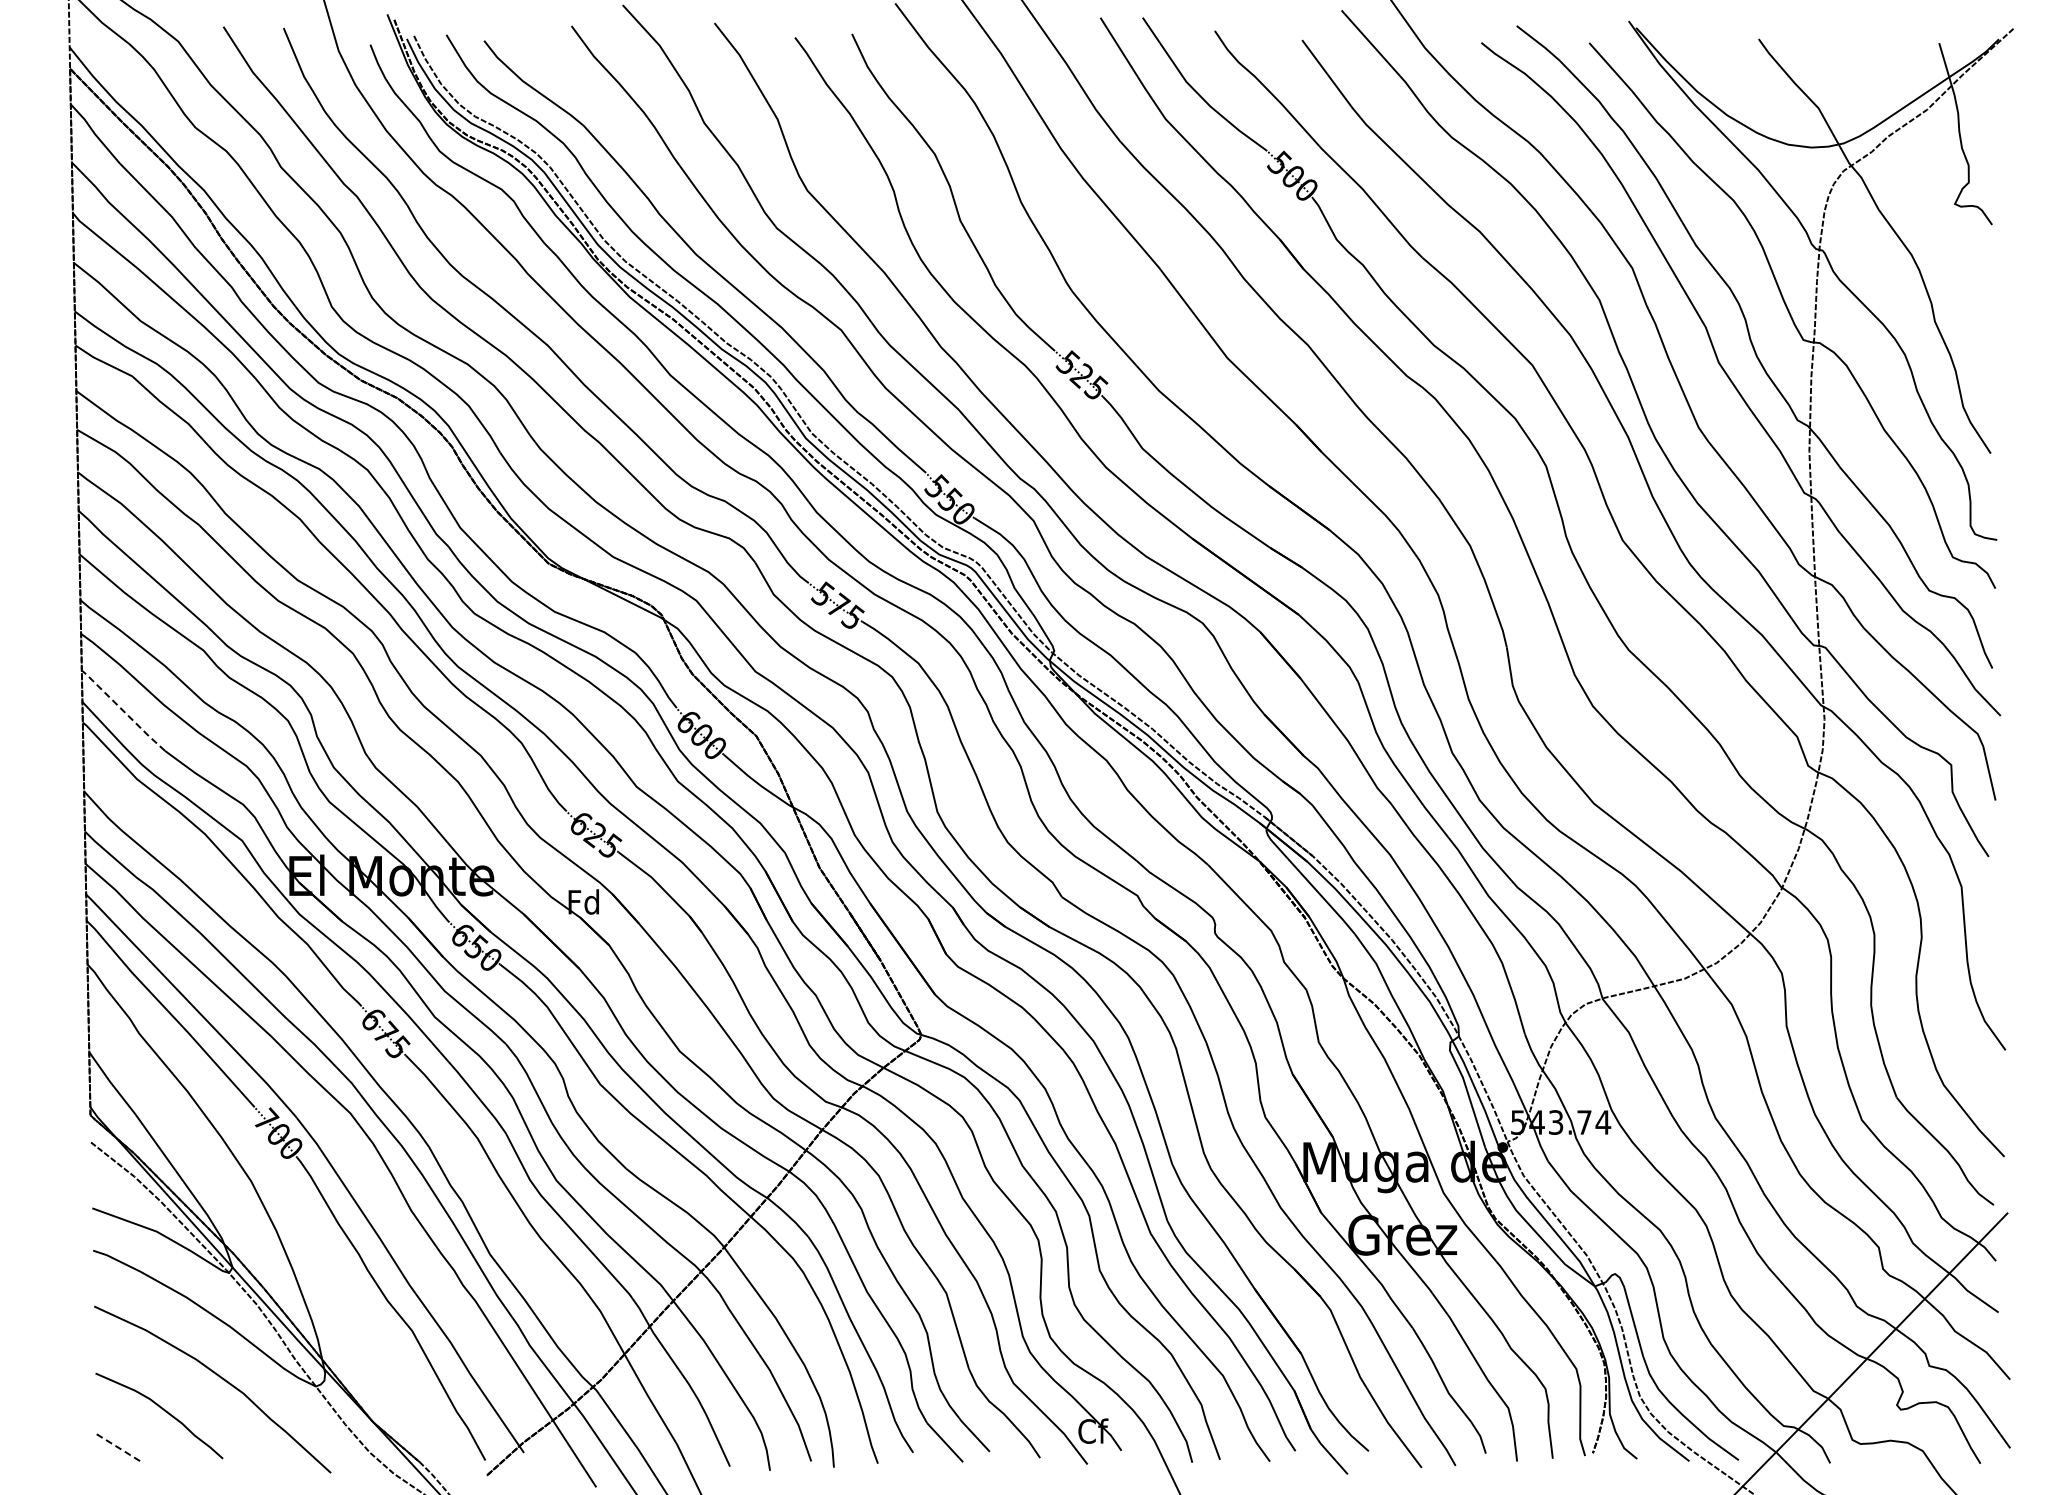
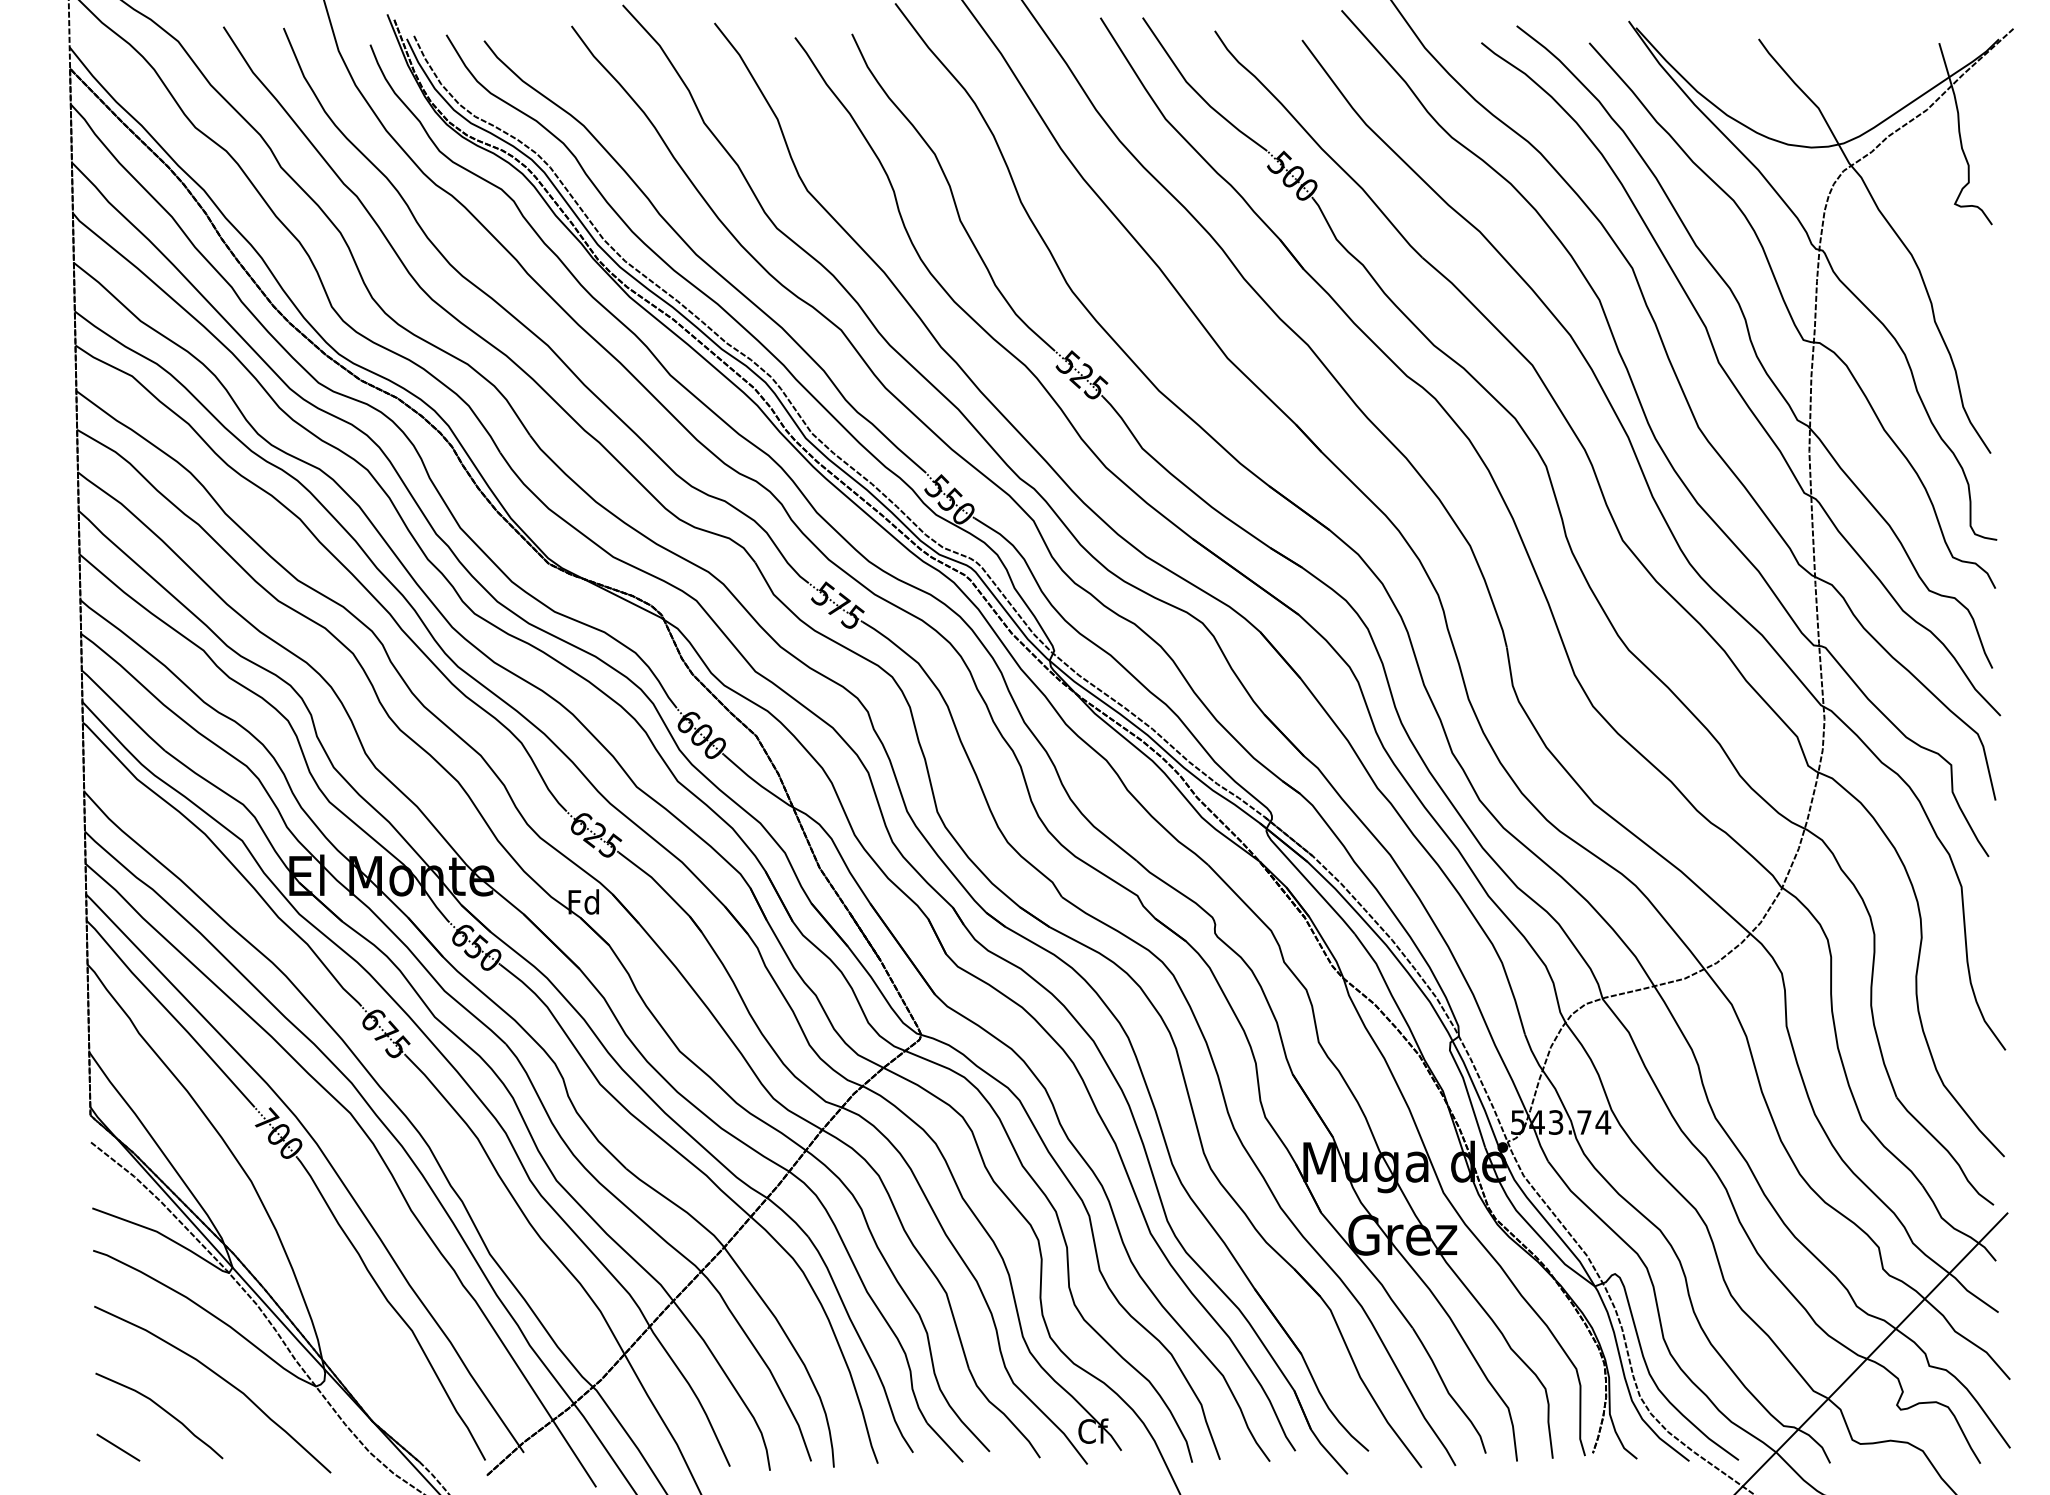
line at (123, 710): dashed -> solid
line at (118, 1447): dashed -> solid
